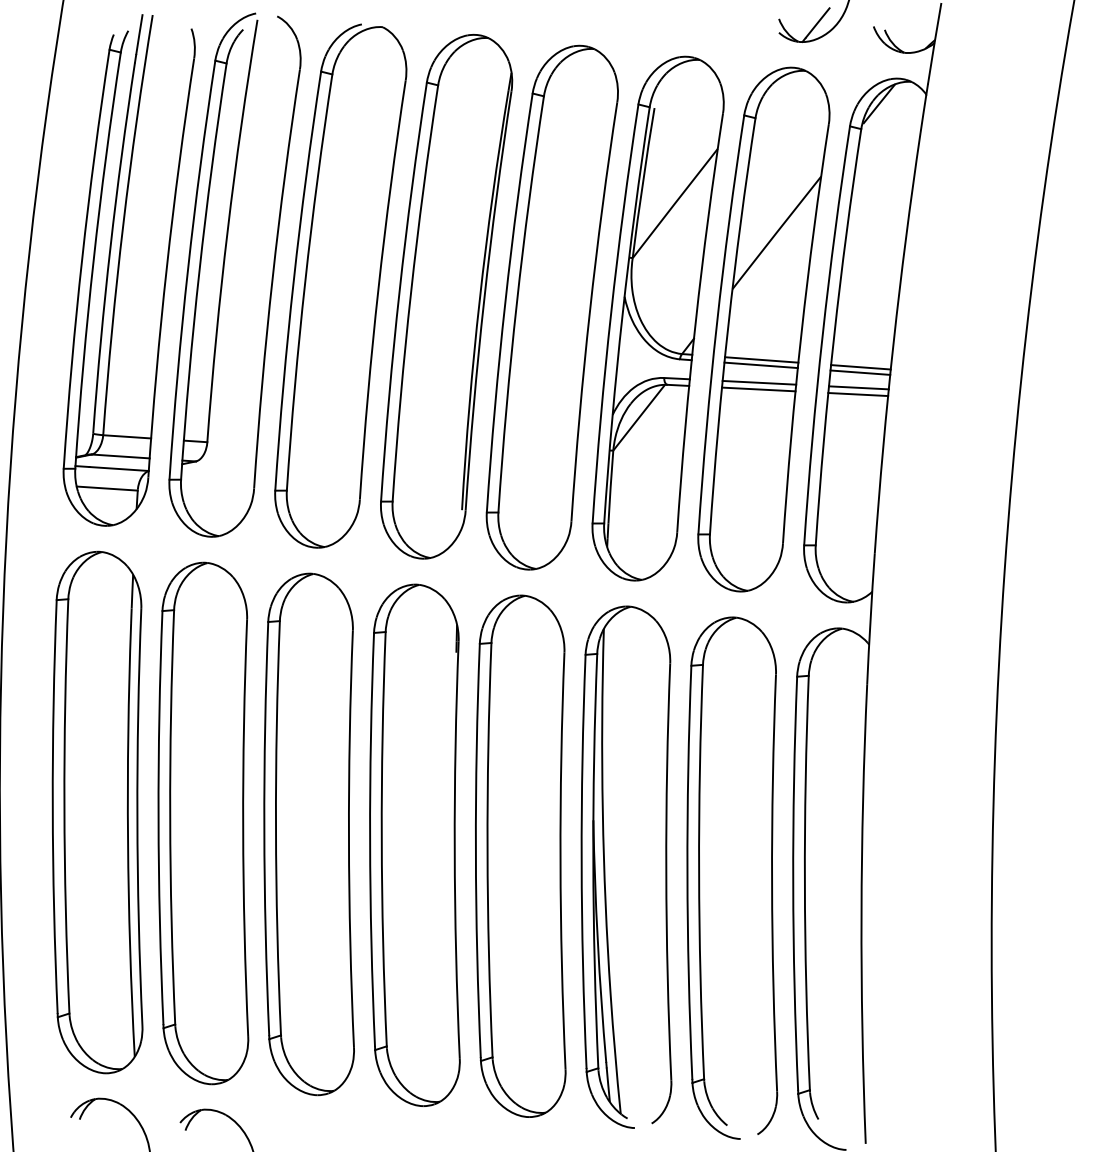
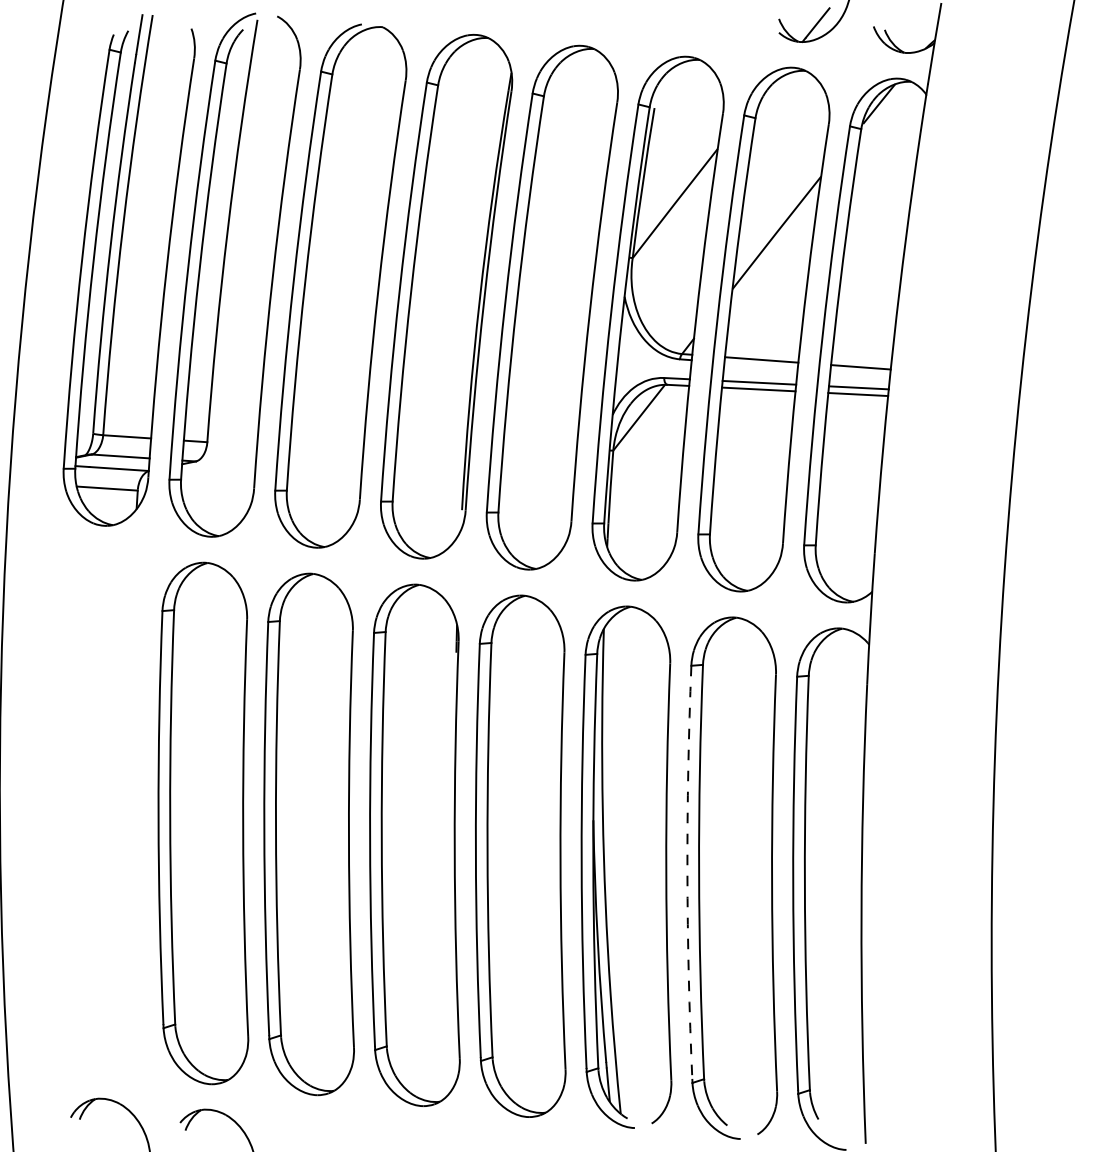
line at (760, 365): present -> none
line at (860, 372): present -> none
part at (97, 812): present -> none
arc at (687, 872): solid -> dashed
